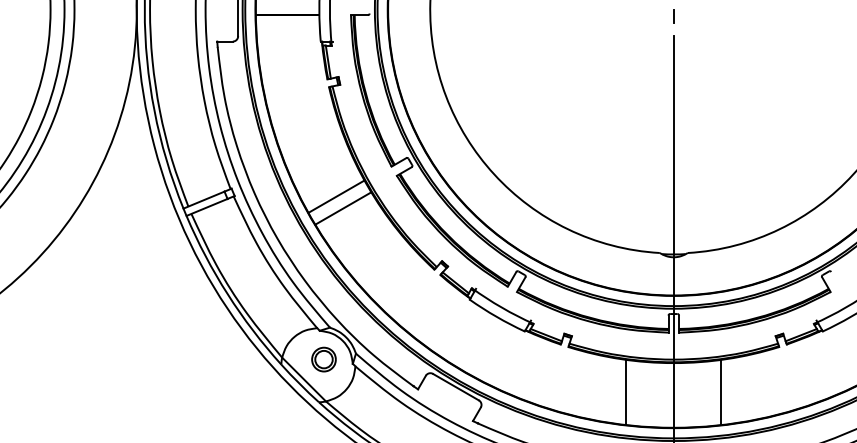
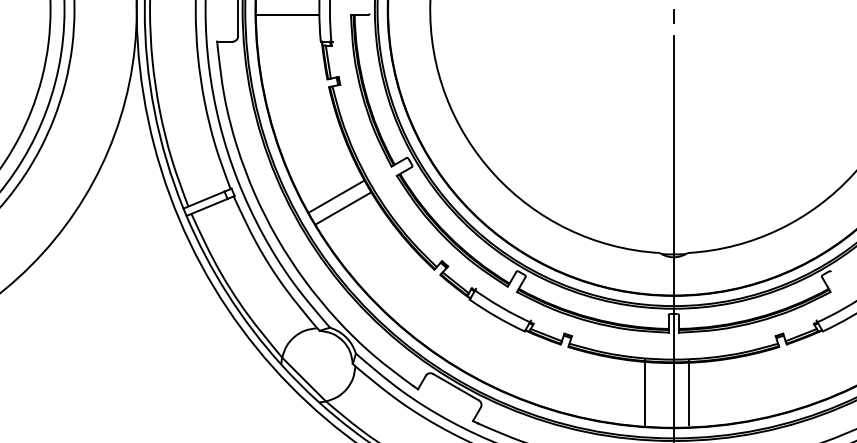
part at (323, 359): present -> none
line at (626, 392) position: (626, 392) -> (645, 392)
line at (721, 392) position: (721, 392) -> (689, 392)
